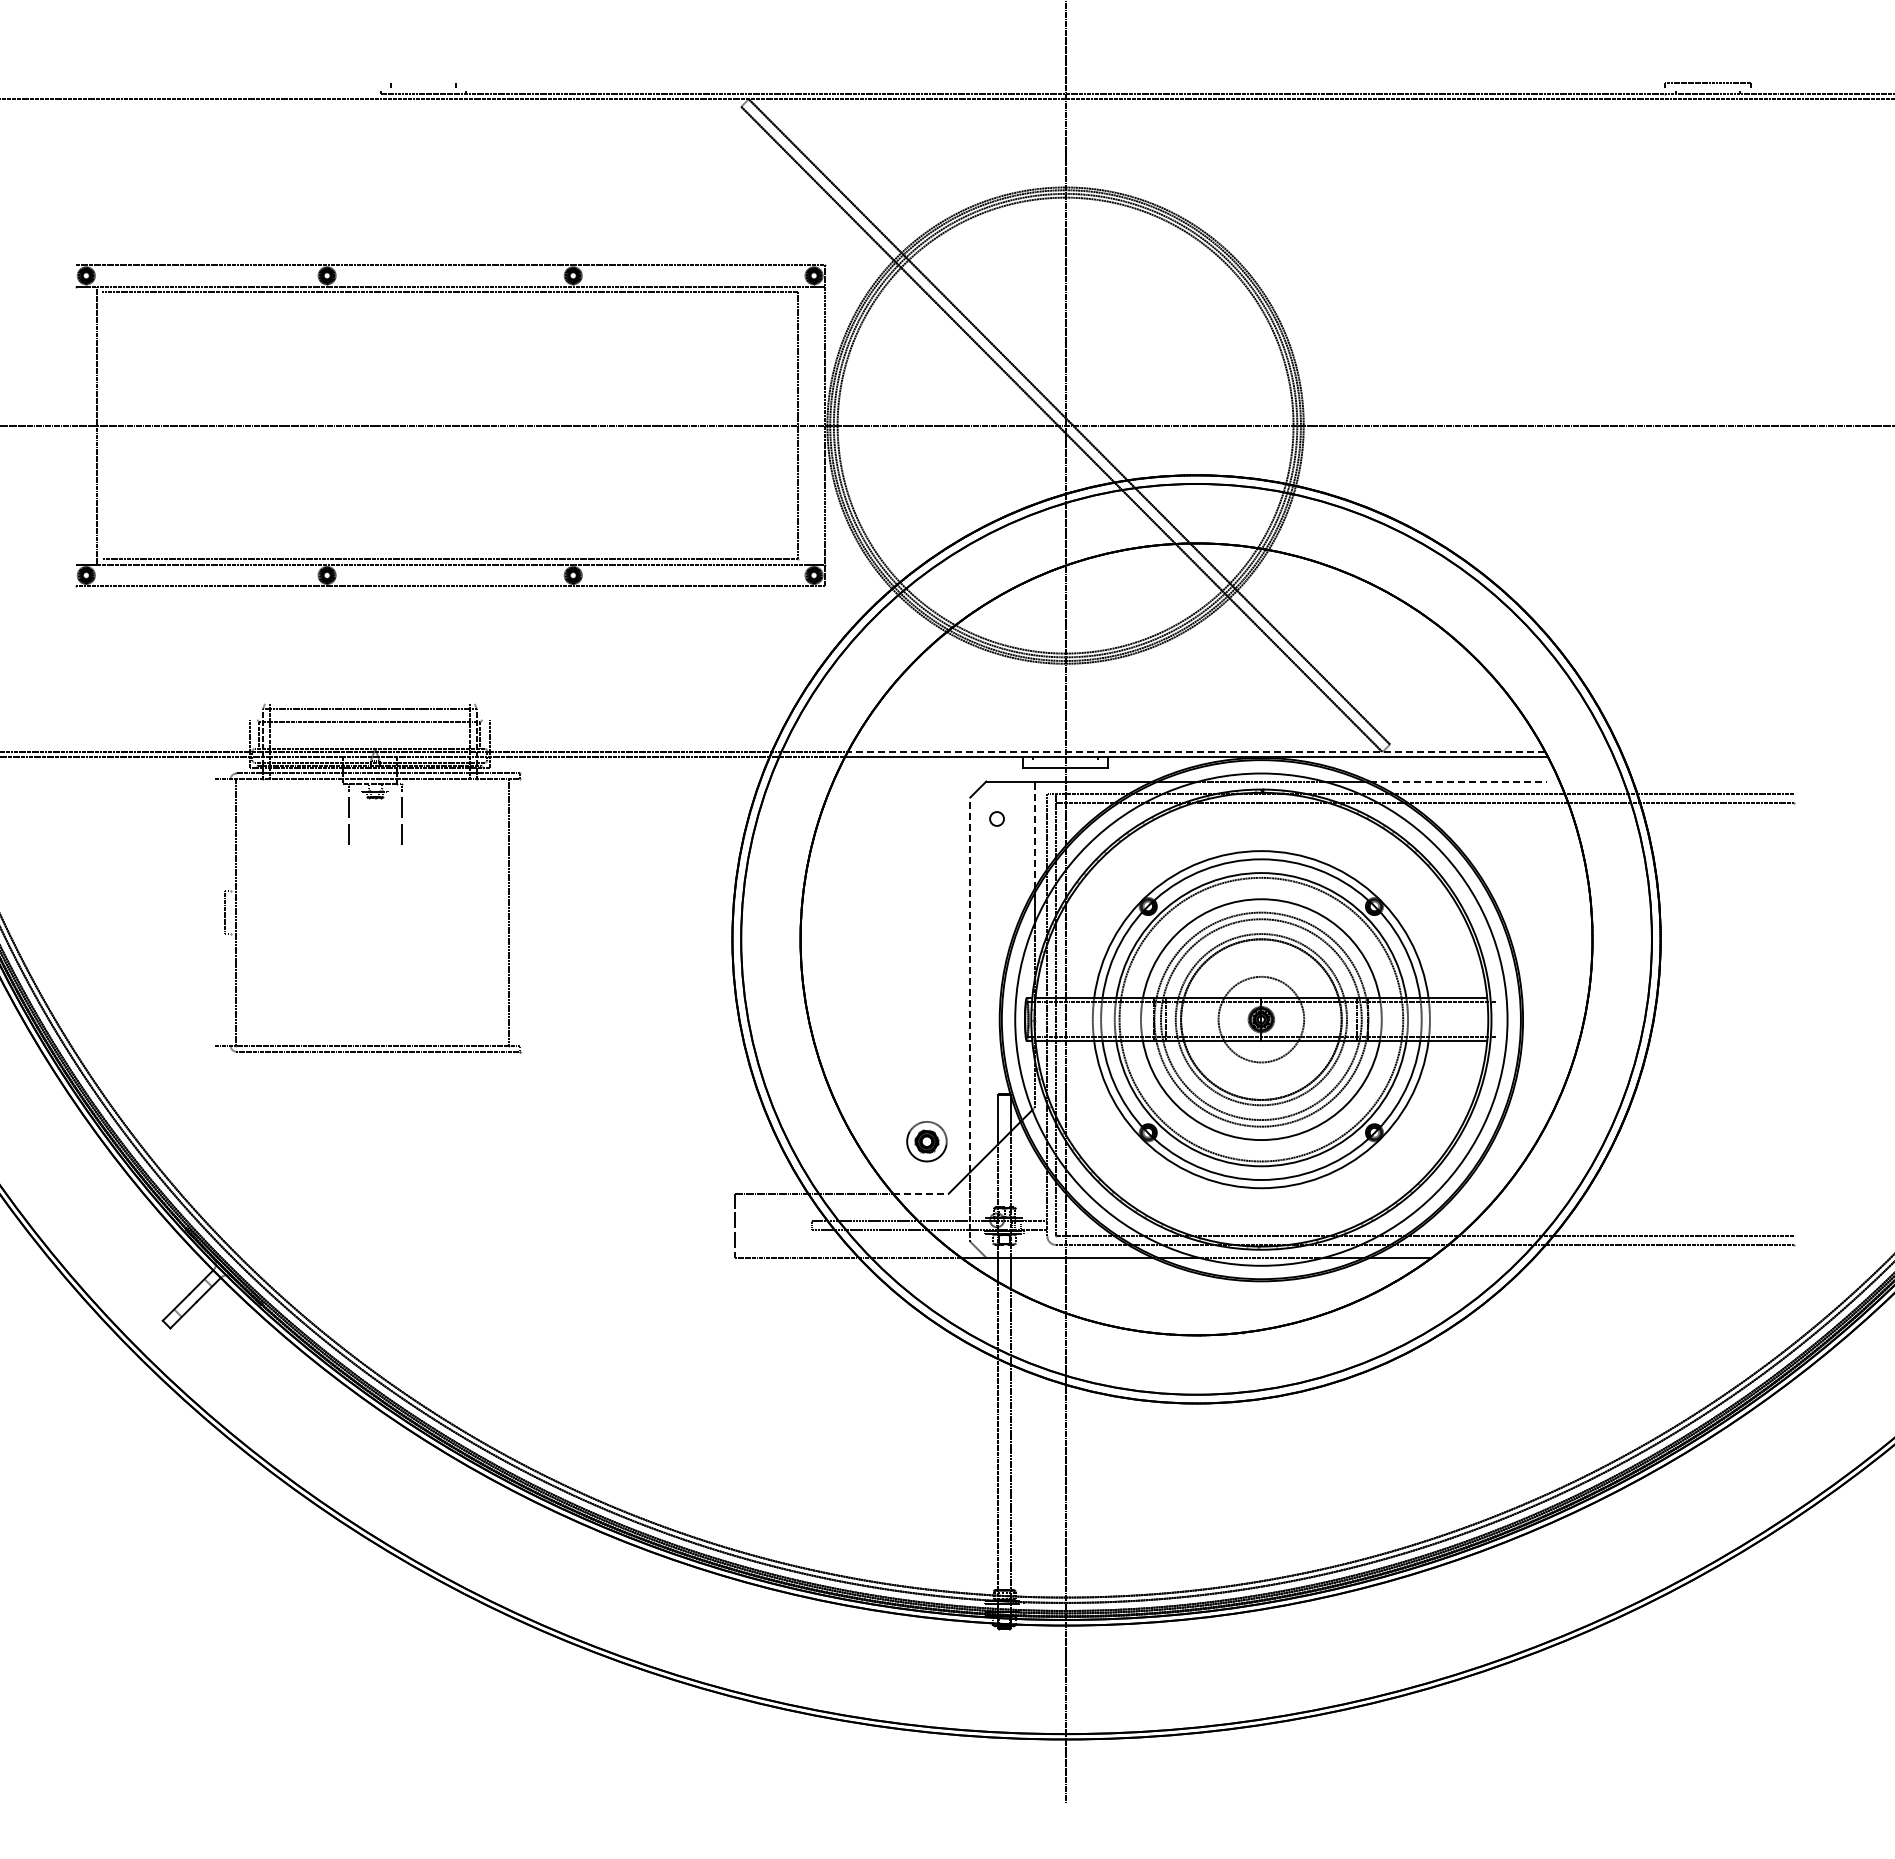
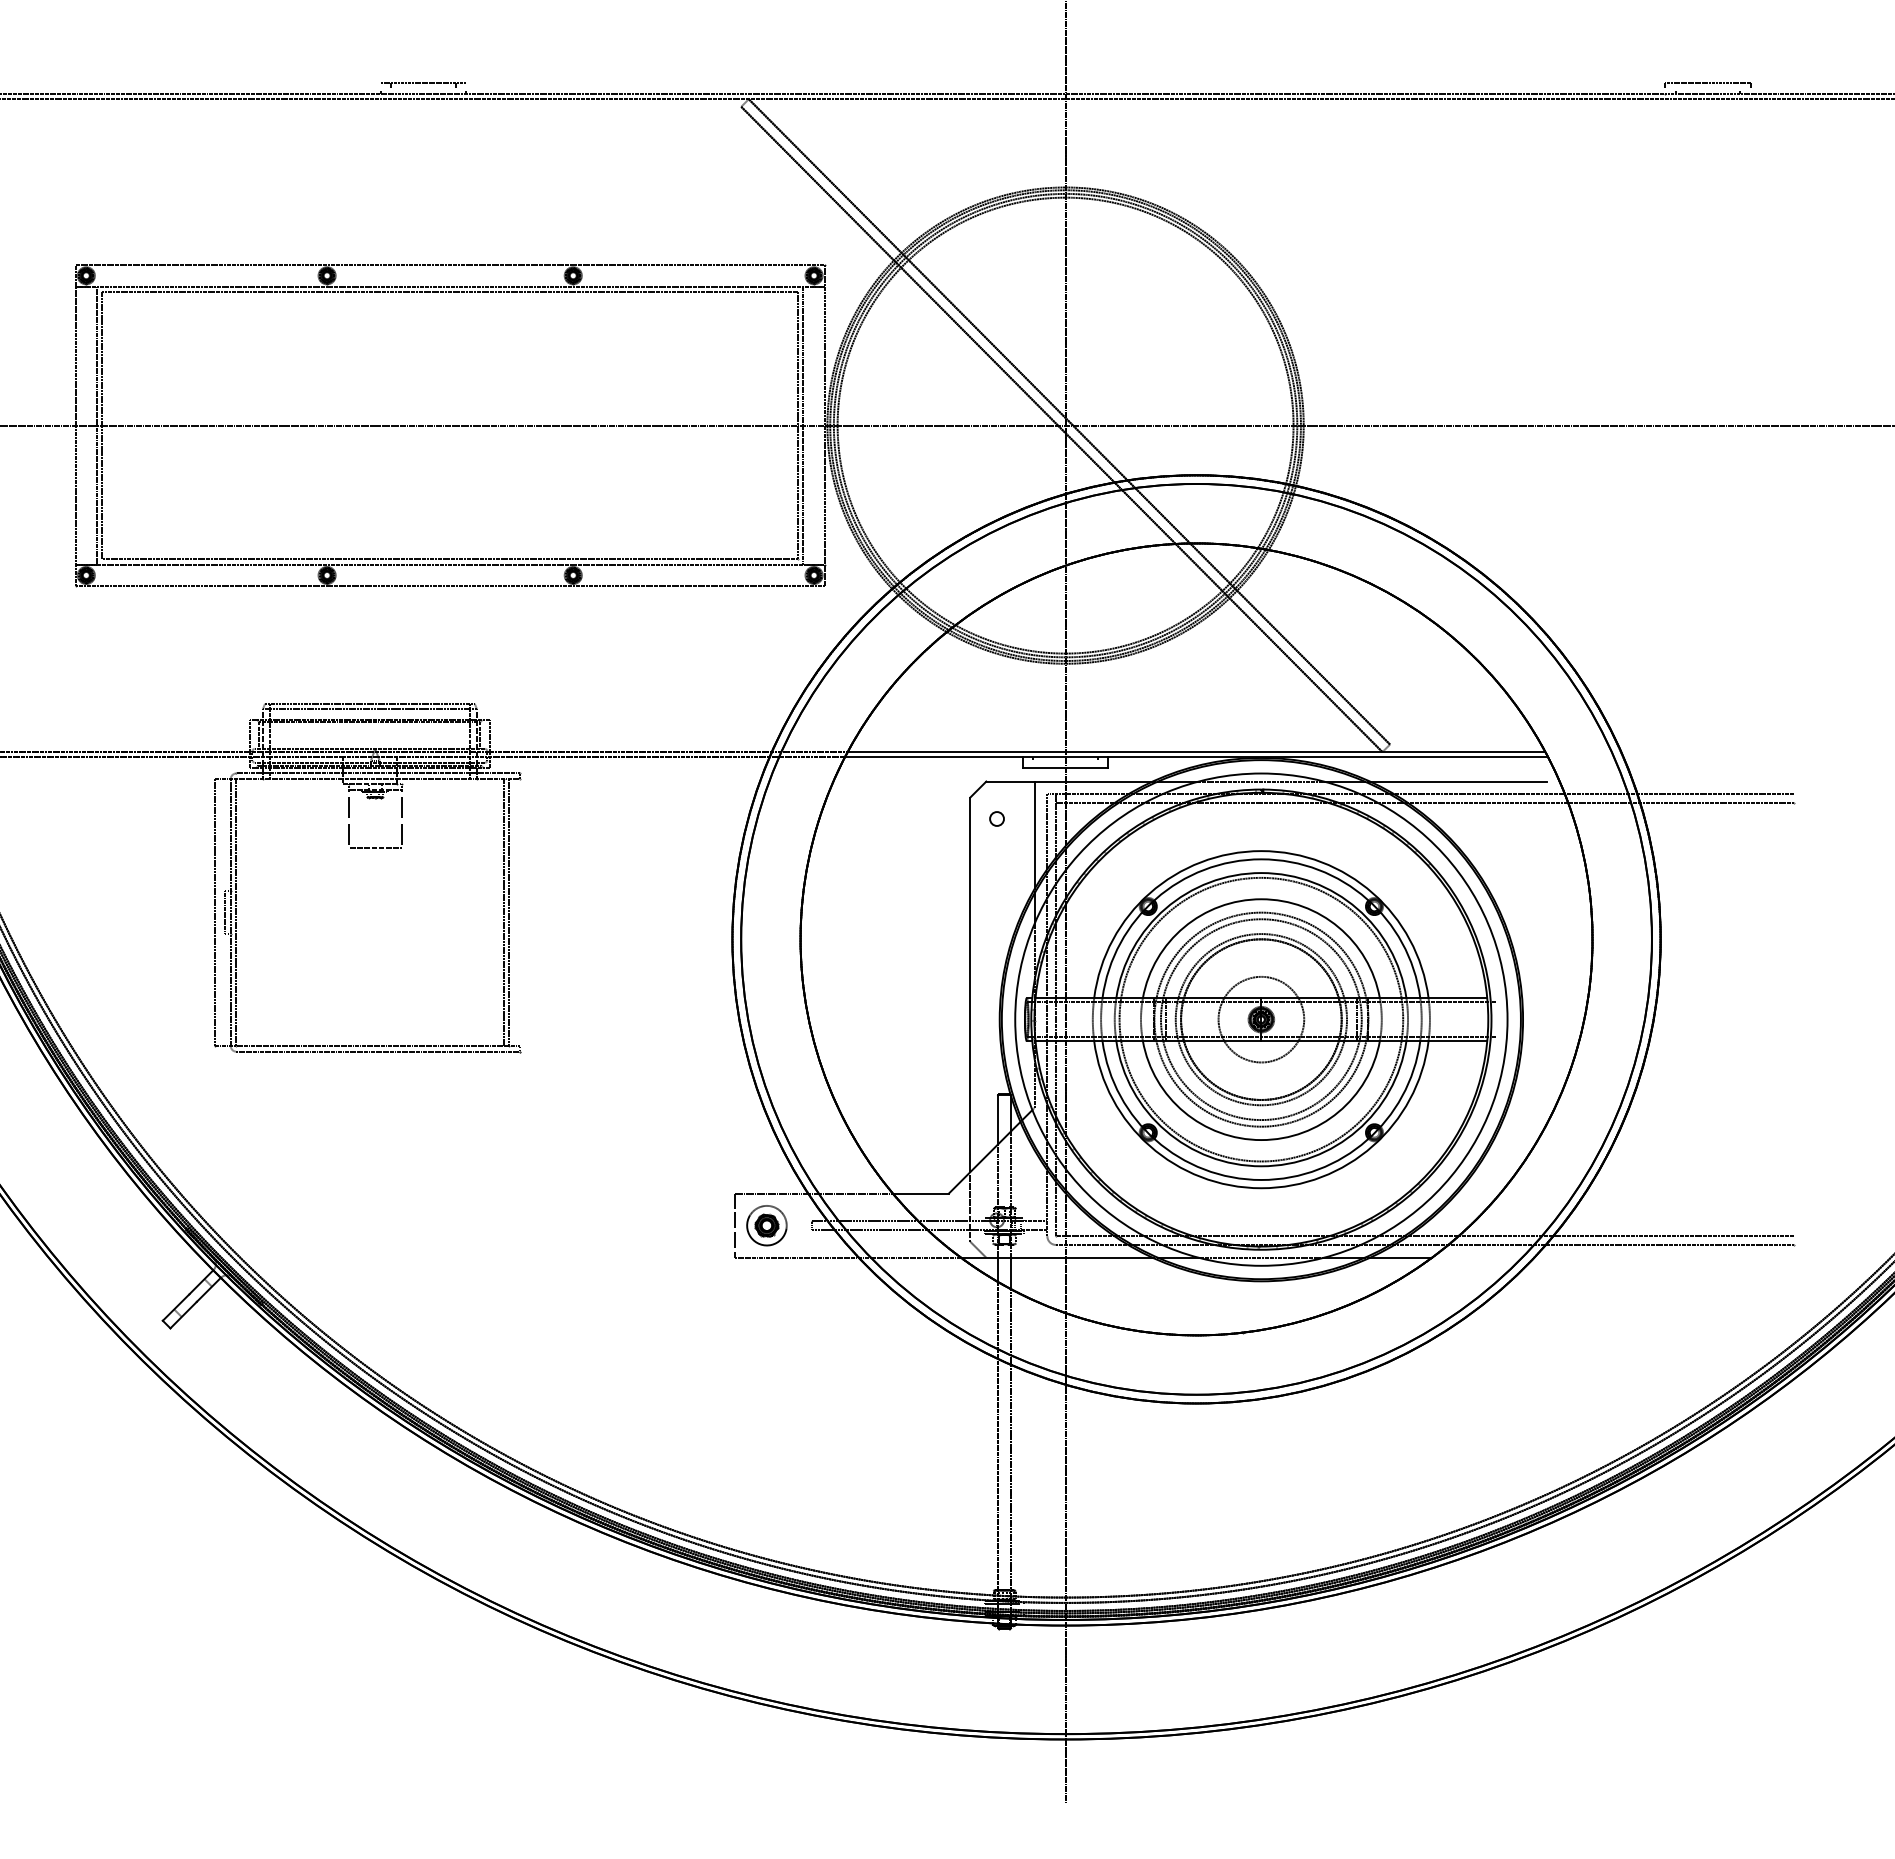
line at (423, 83): none -> present
line at (191, 93): none -> present
line at (75, 425): none -> present
line at (102, 425): none -> present
line at (803, 425): none -> present
line at (369, 703): none -> present
line at (369, 719): none -> present
line at (1196, 752): dashed -> solid
line at (1458, 781): dashed -> solid
line at (375, 789): none -> present
line at (1034, 835): dashed -> solid
line at (375, 848): none -> present
line at (214, 912): none -> present
line at (230, 912): none -> present
line at (503, 912): none -> present
line at (970, 984): dashed -> solid
part at (926, 1141) position: (926, 1141) -> (766, 1225)
line at (920, 1193): dashed -> solid
